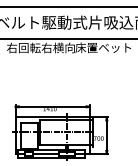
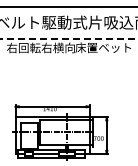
line at (69, 38): solid -> dashed
